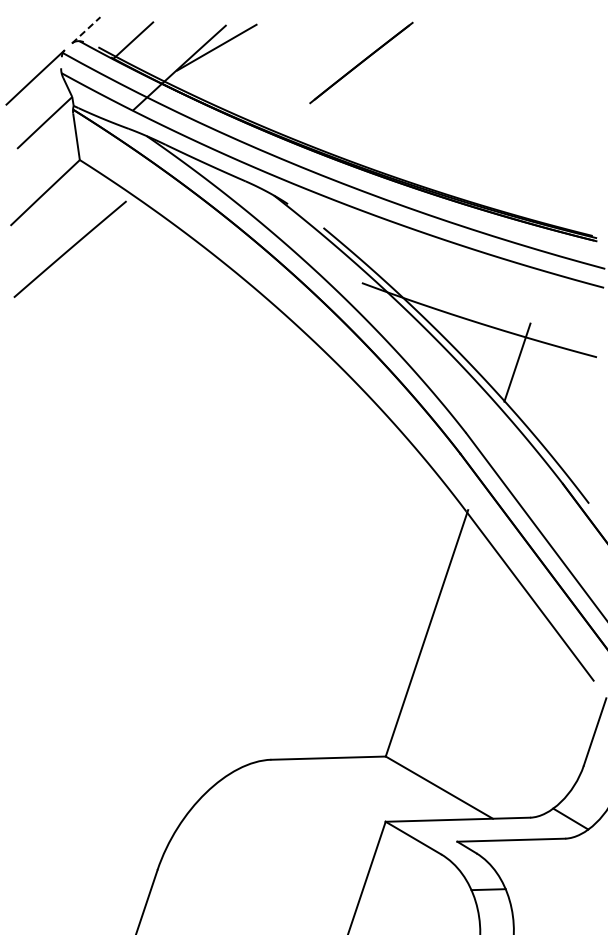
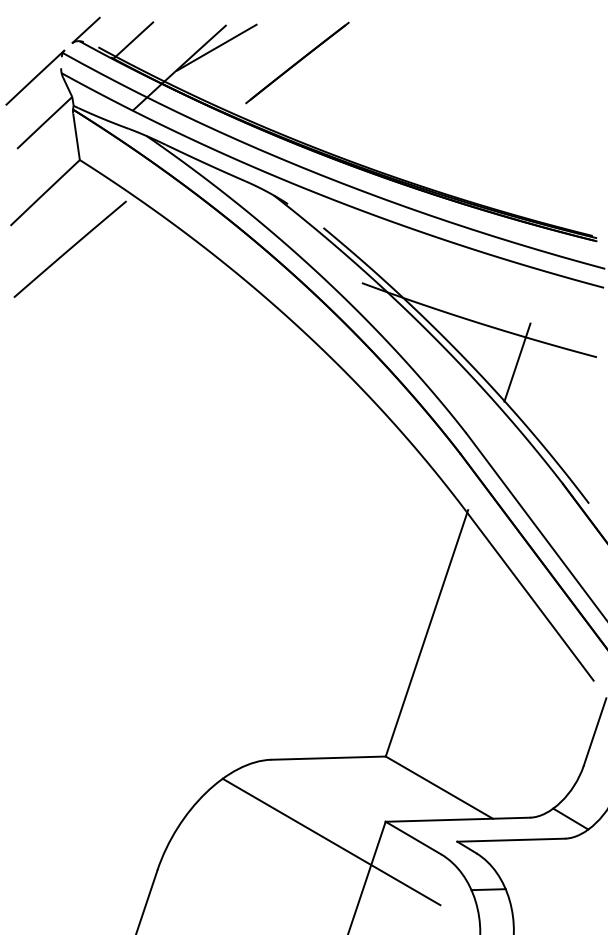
line at (86, 30): dashed -> solid
line at (361, 62) position: (361, 62) -> (297, 62)
line at (331, 841): none -> present
